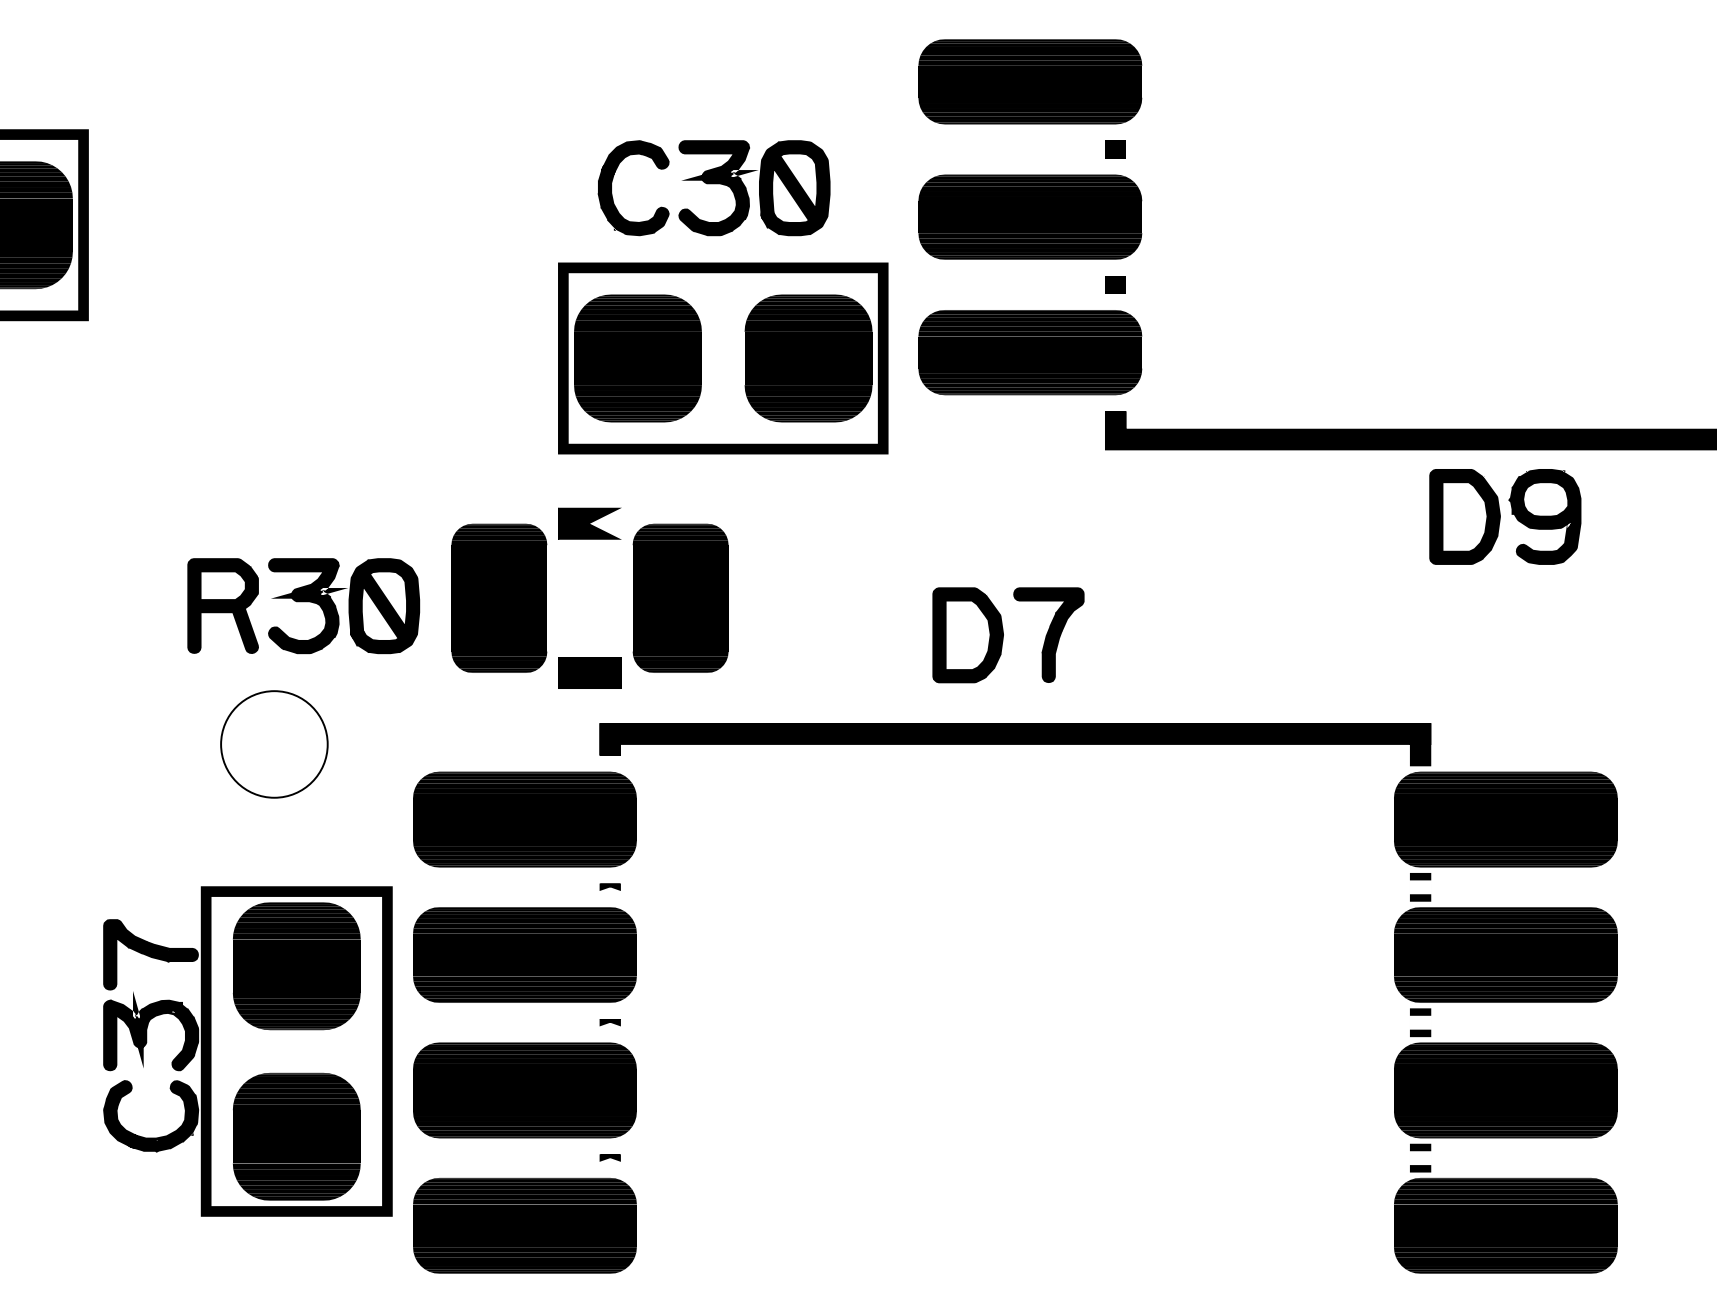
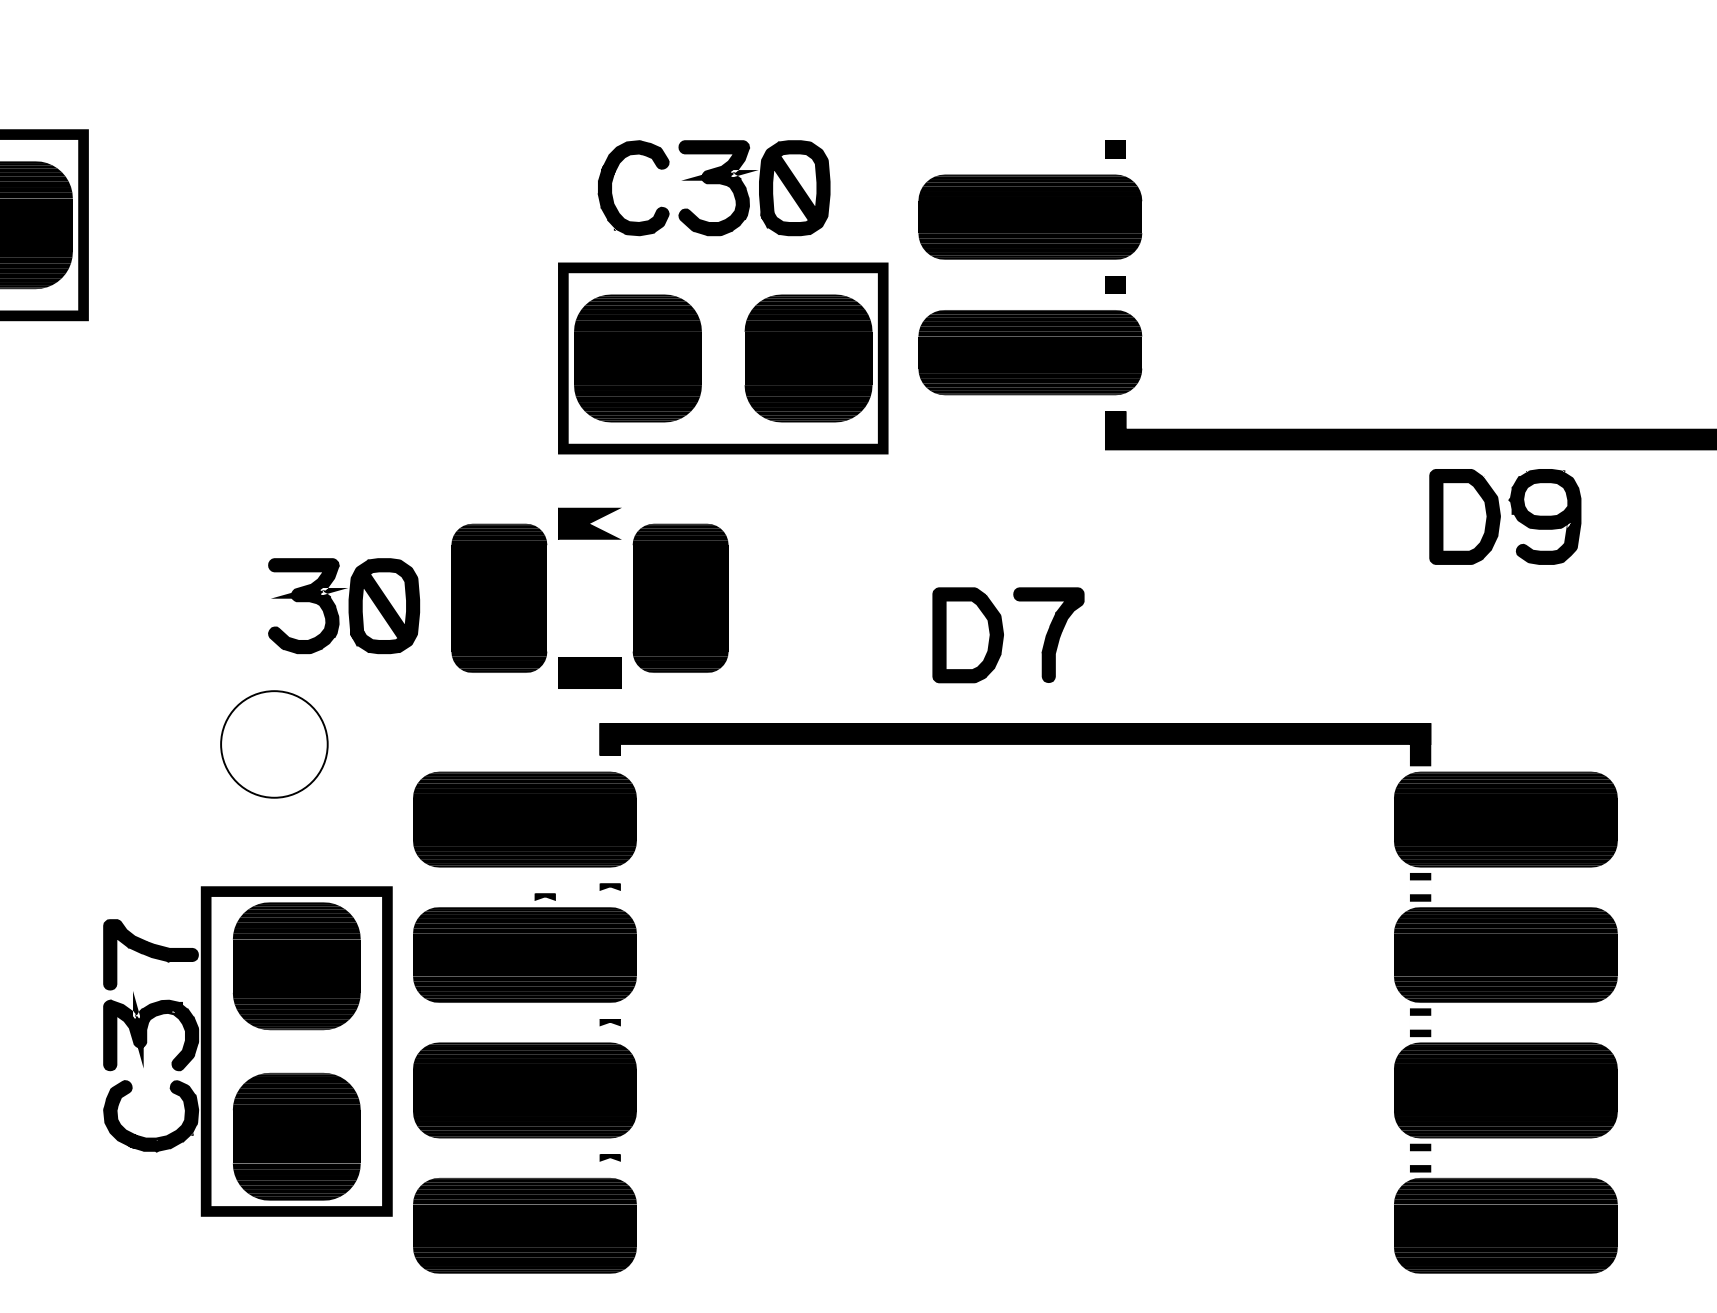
part at (1030, 81): present -> none
part at (222, 605): present -> none
part at (544, 896): none -> present
